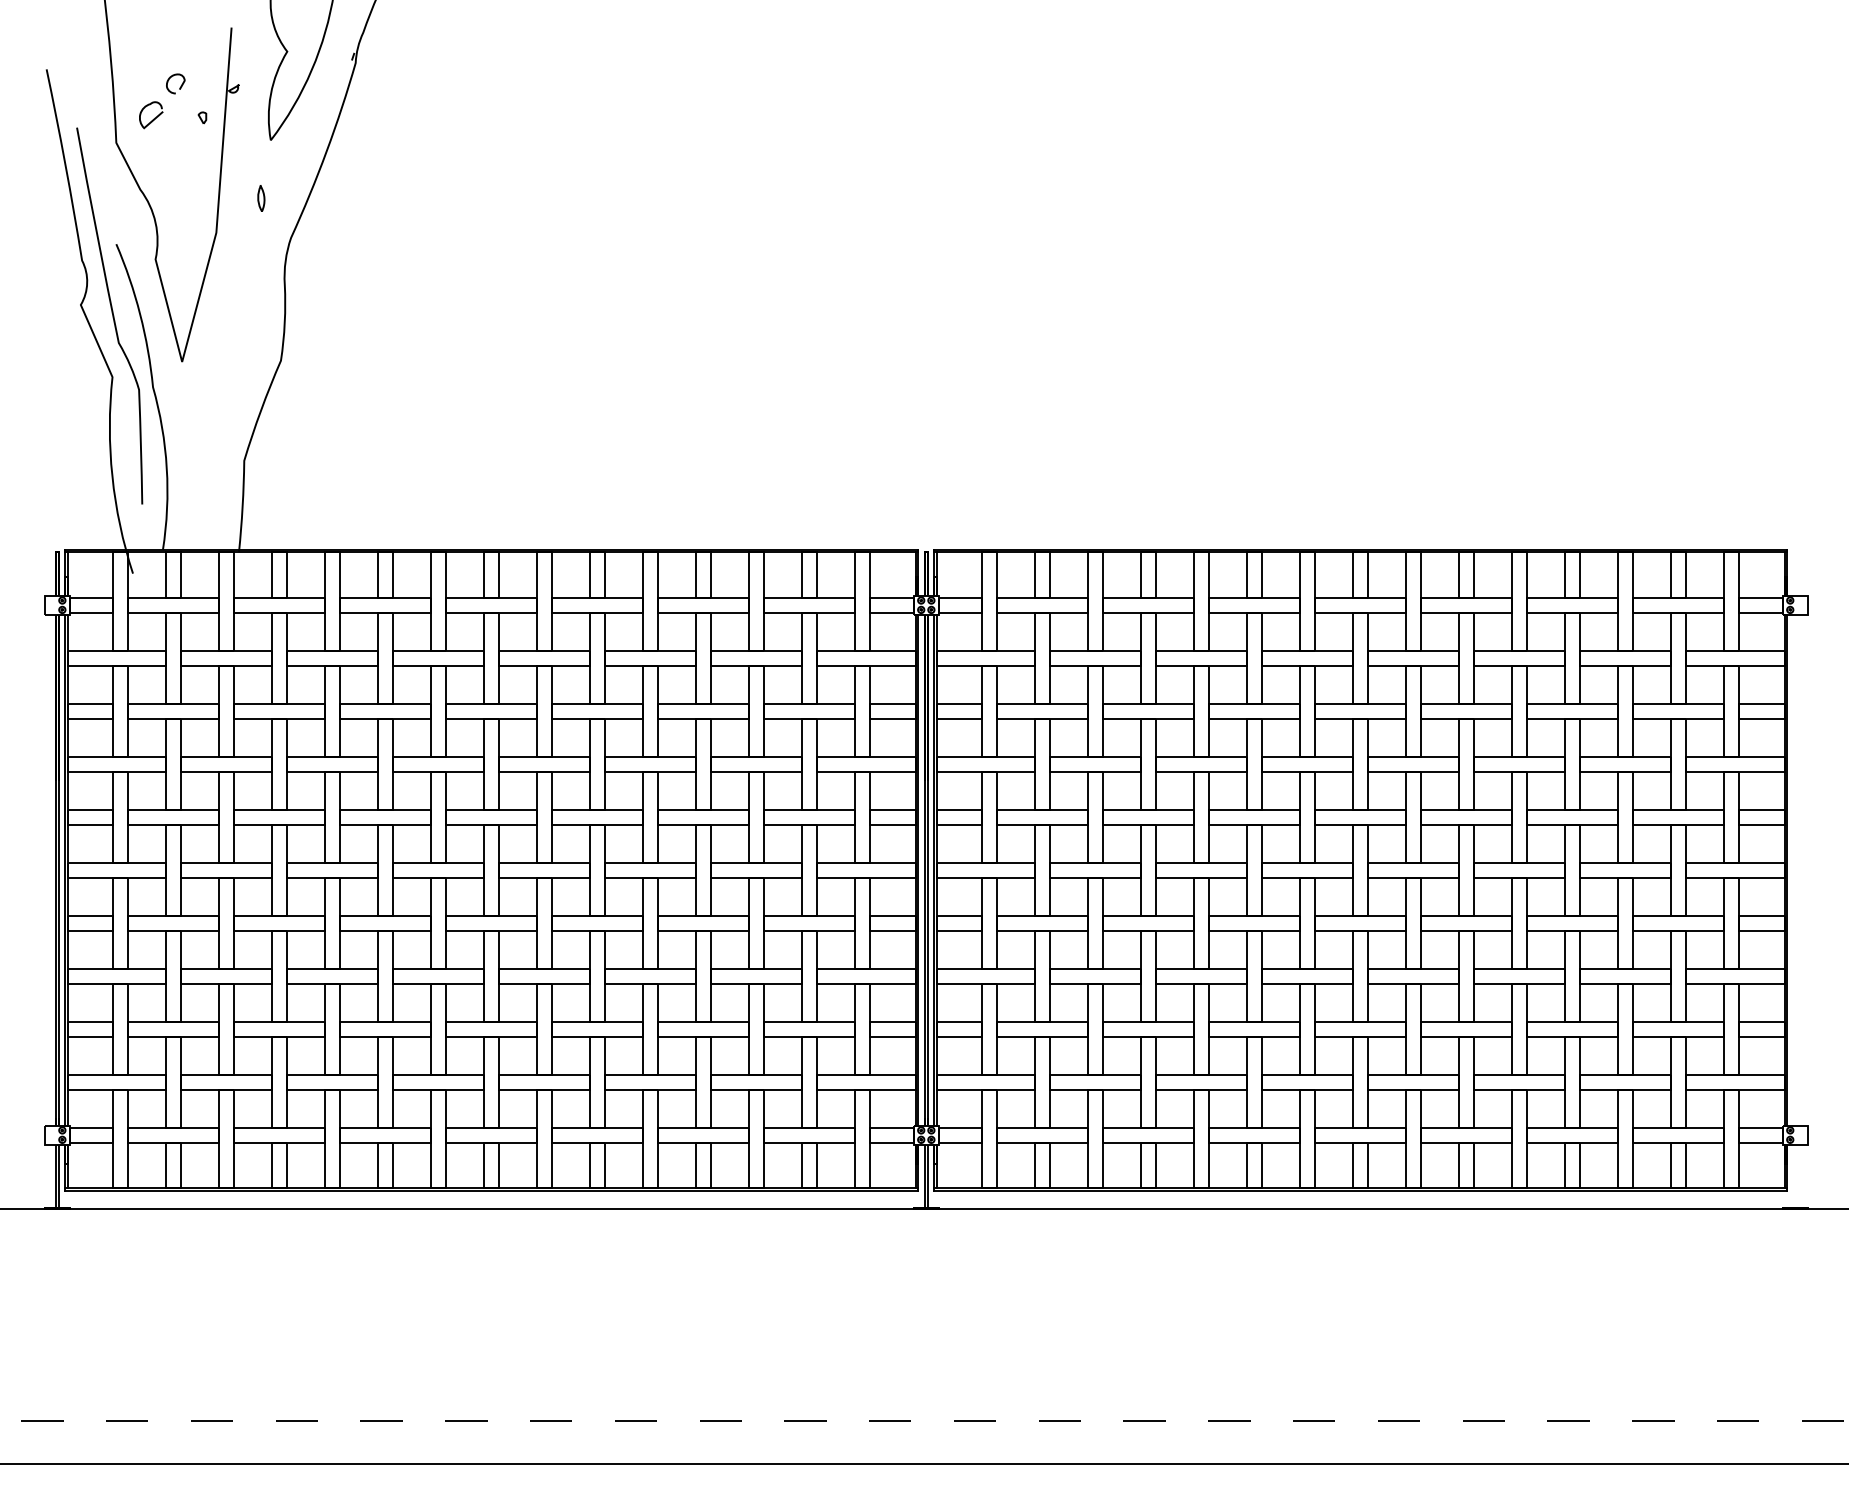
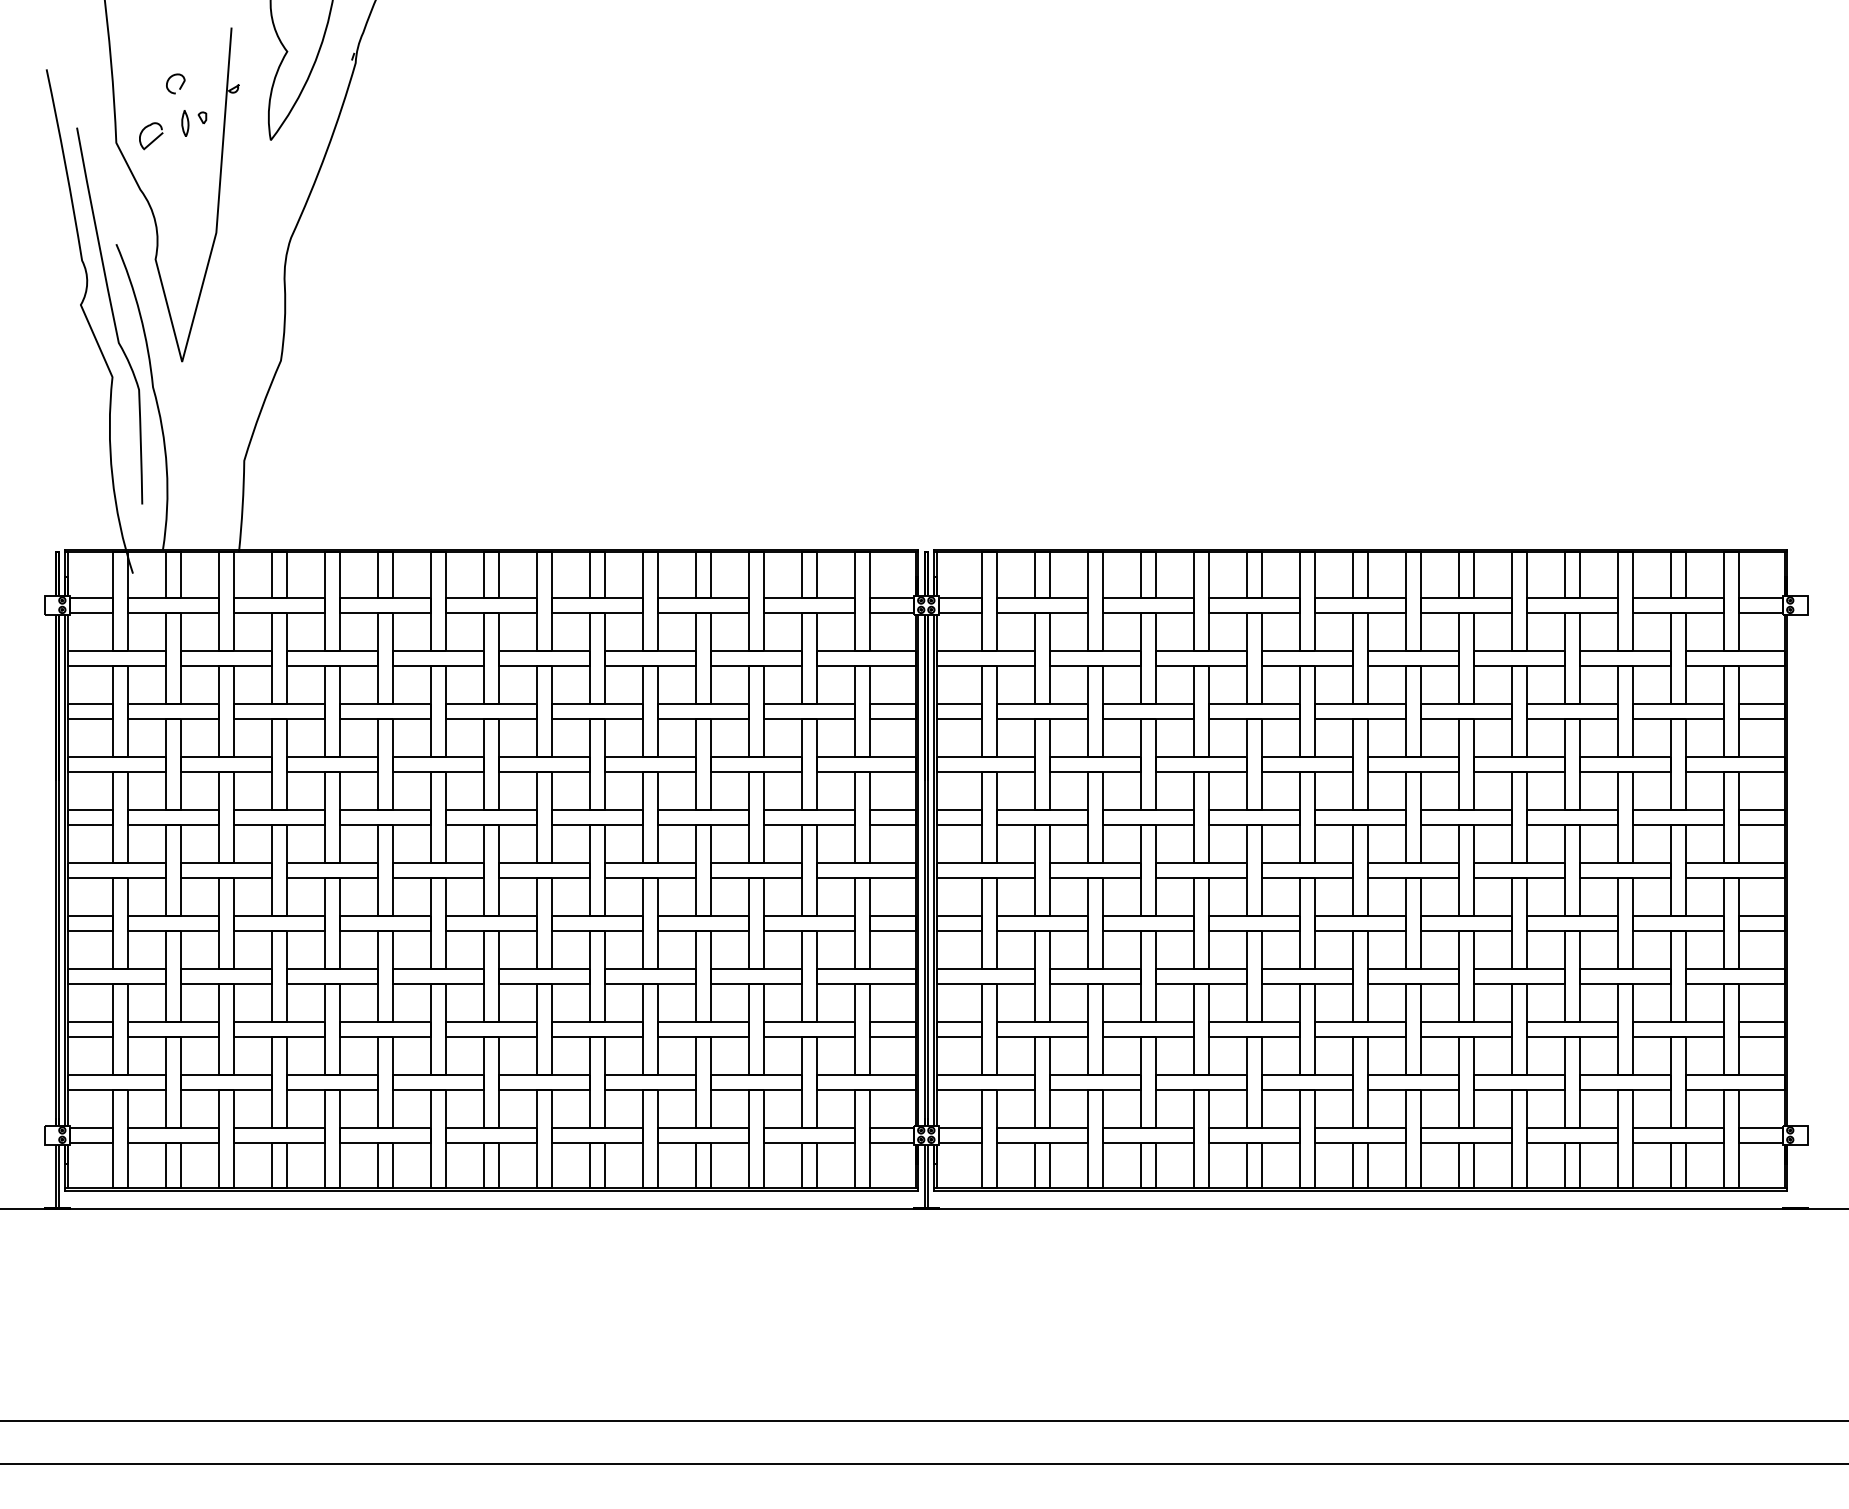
curve at (154, 117) position: (154, 117) -> (154, 138)
curve at (259, 198) position: (259, 198) -> (183, 123)
line at (924, 1421): dashed -> solid
